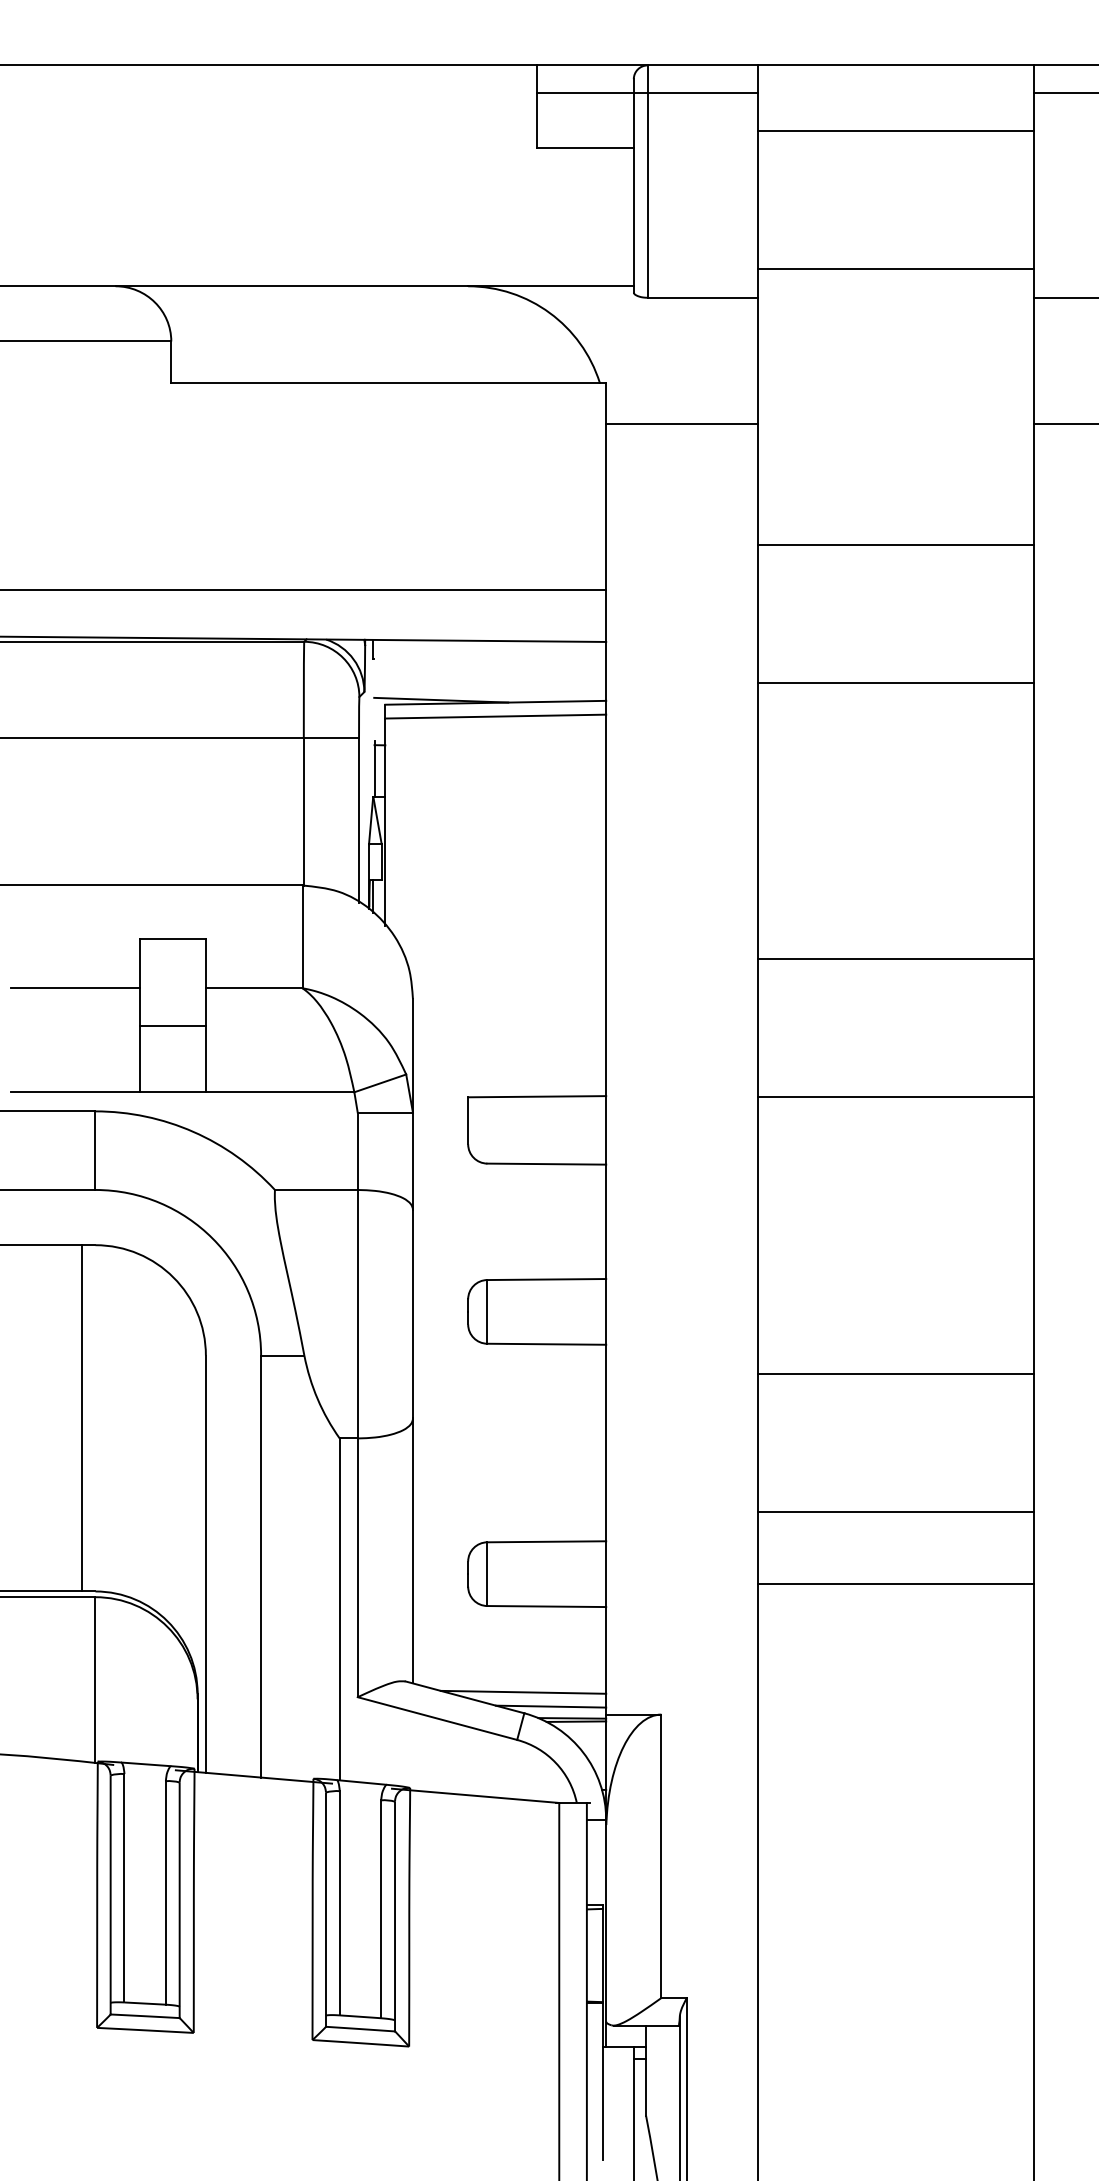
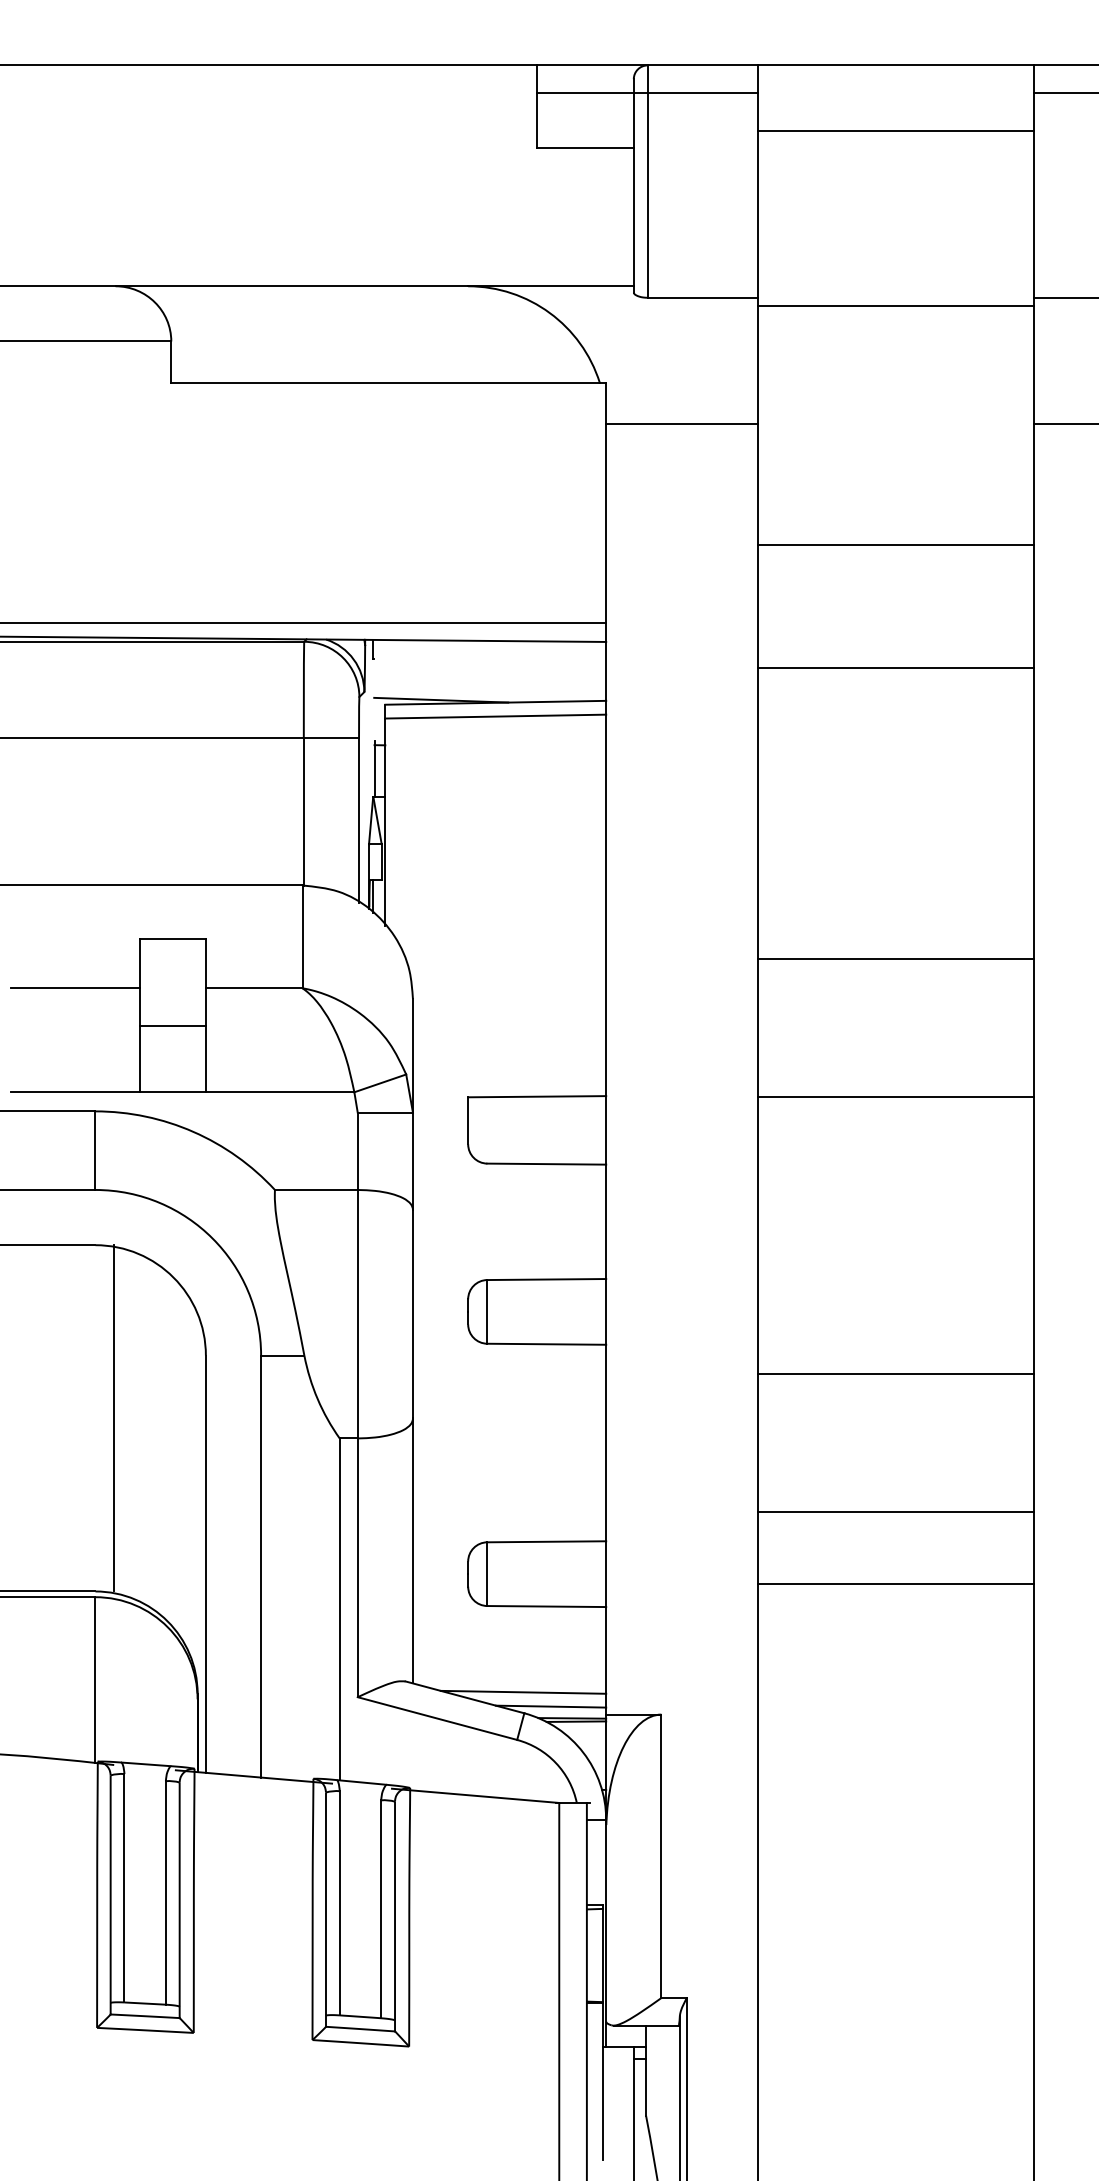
line at (896, 269) position: (896, 269) -> (896, 306)
line at (304, 589) position: (304, 589) -> (304, 622)
line at (896, 683) position: (896, 683) -> (896, 668)
line at (81, 1418) position: (81, 1418) -> (113, 1418)
